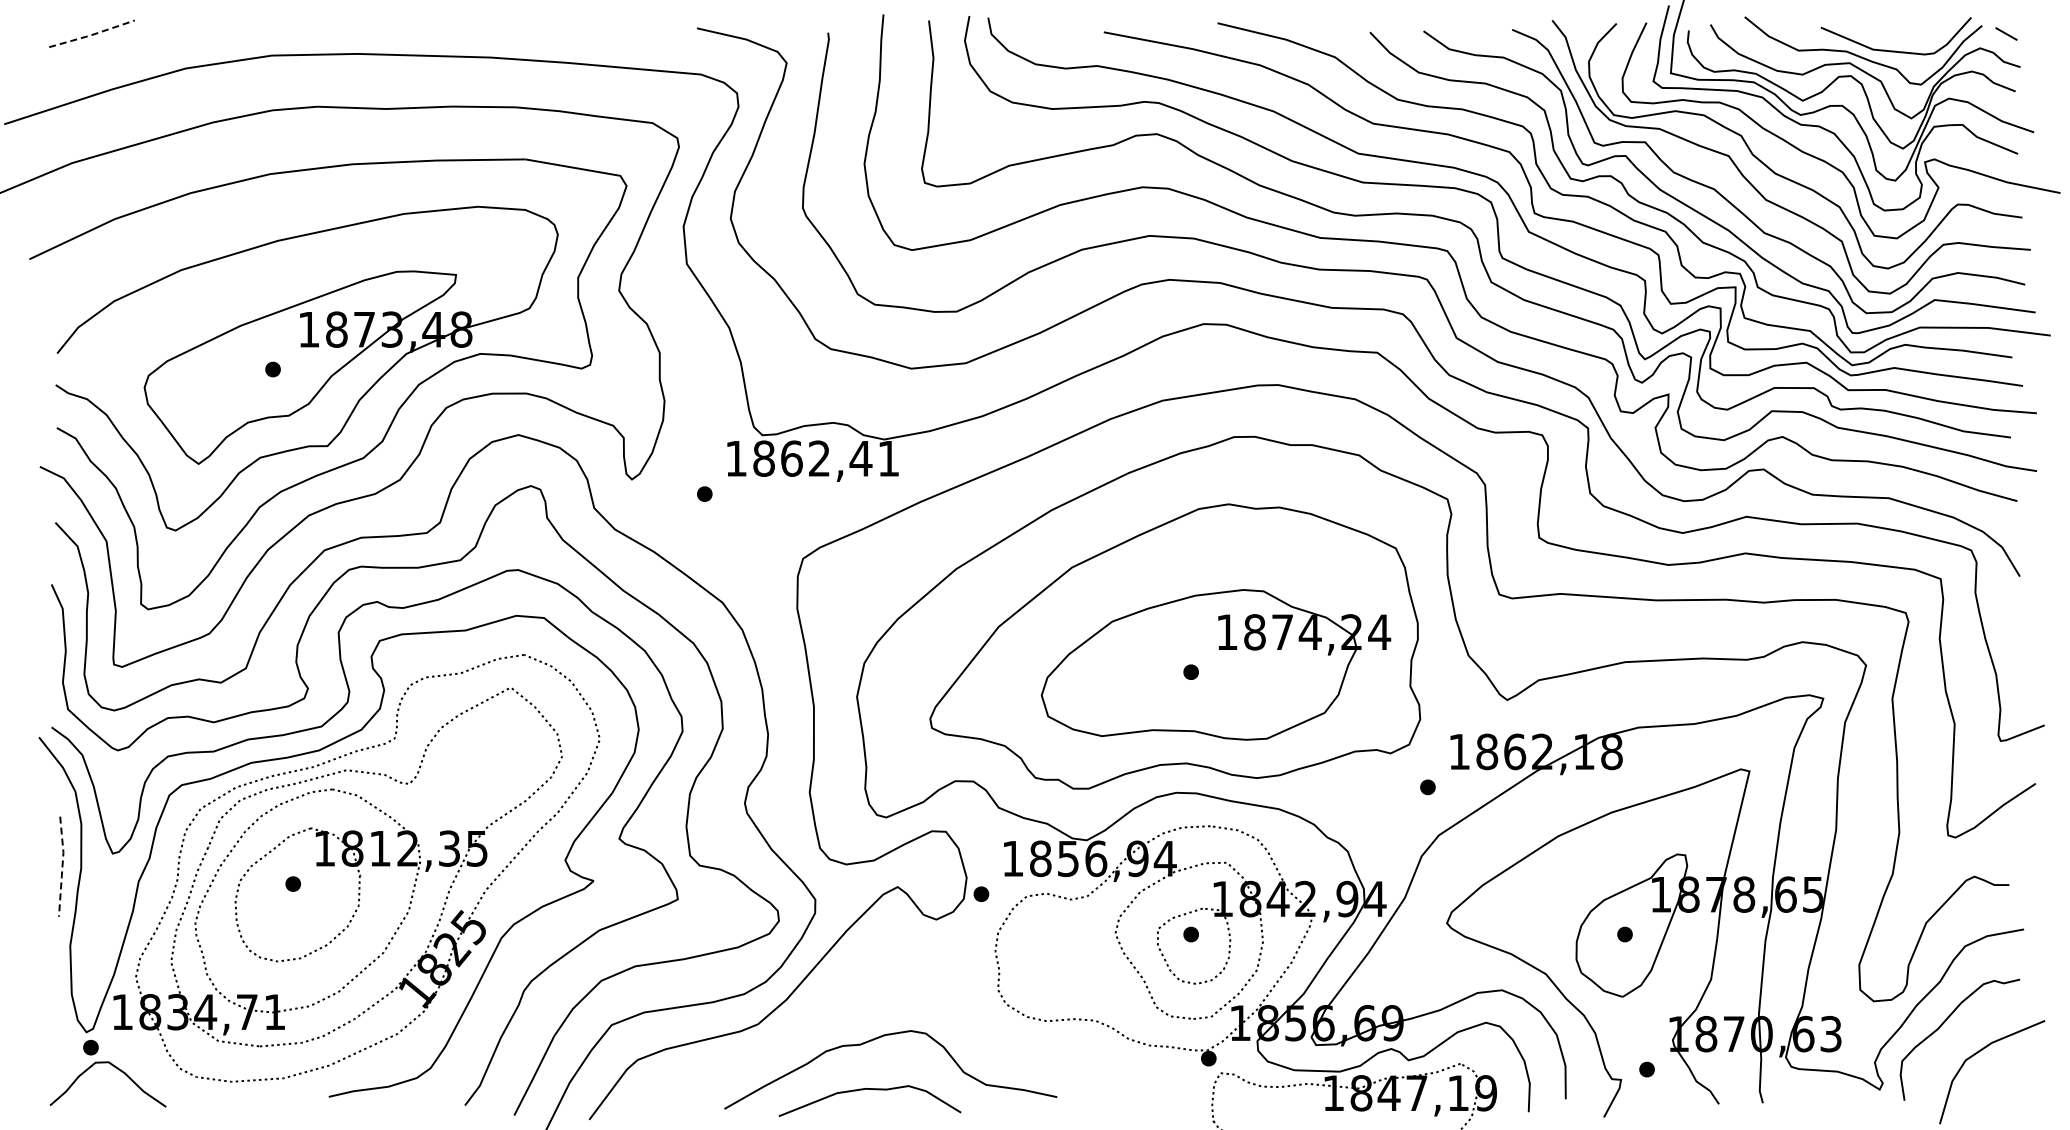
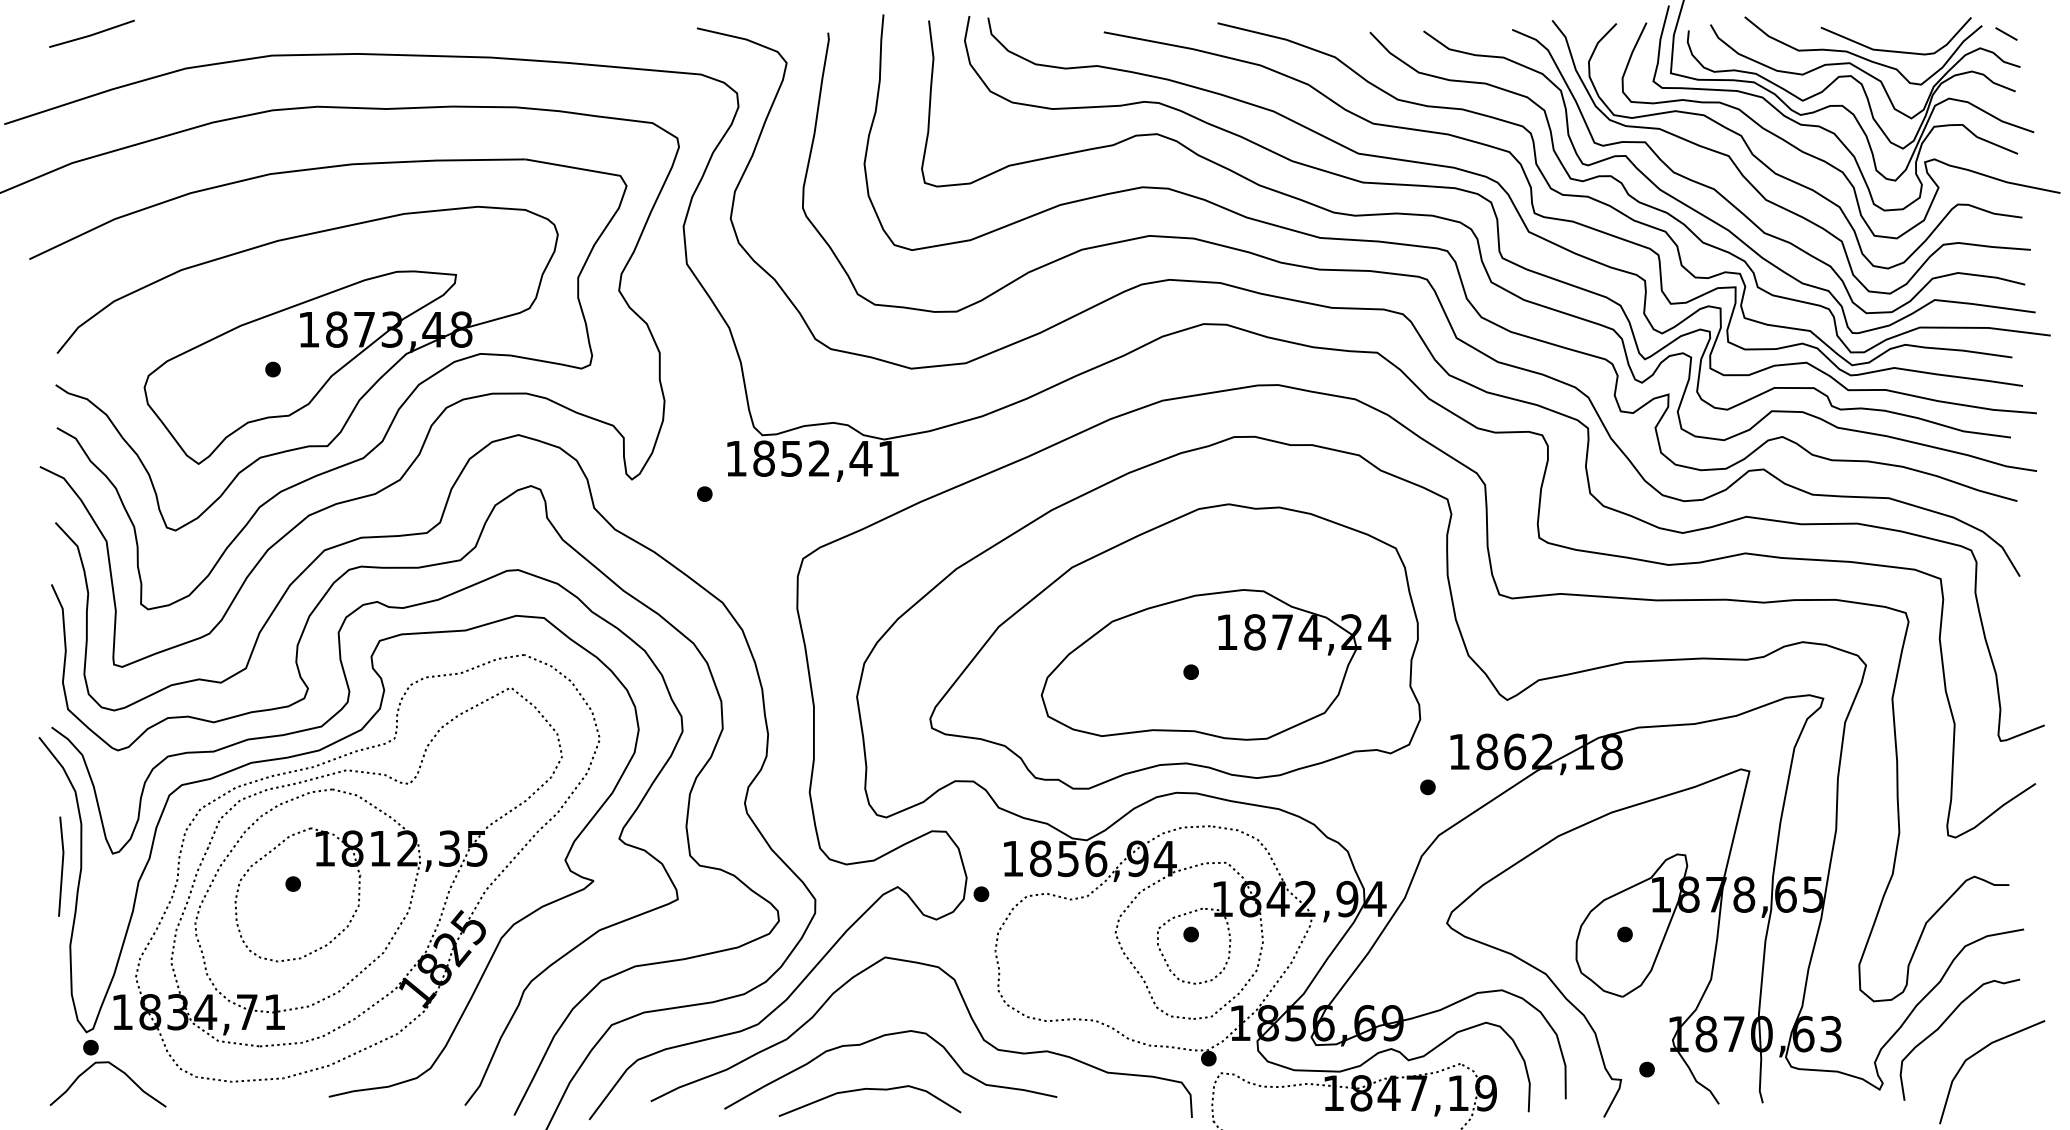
line at (92, 34): dashed -> solid
text at (791, 458): 1862,41 -> 1852,41
line at (62, 866): dashed -> solid
curve at (969, 1016): none -> present
